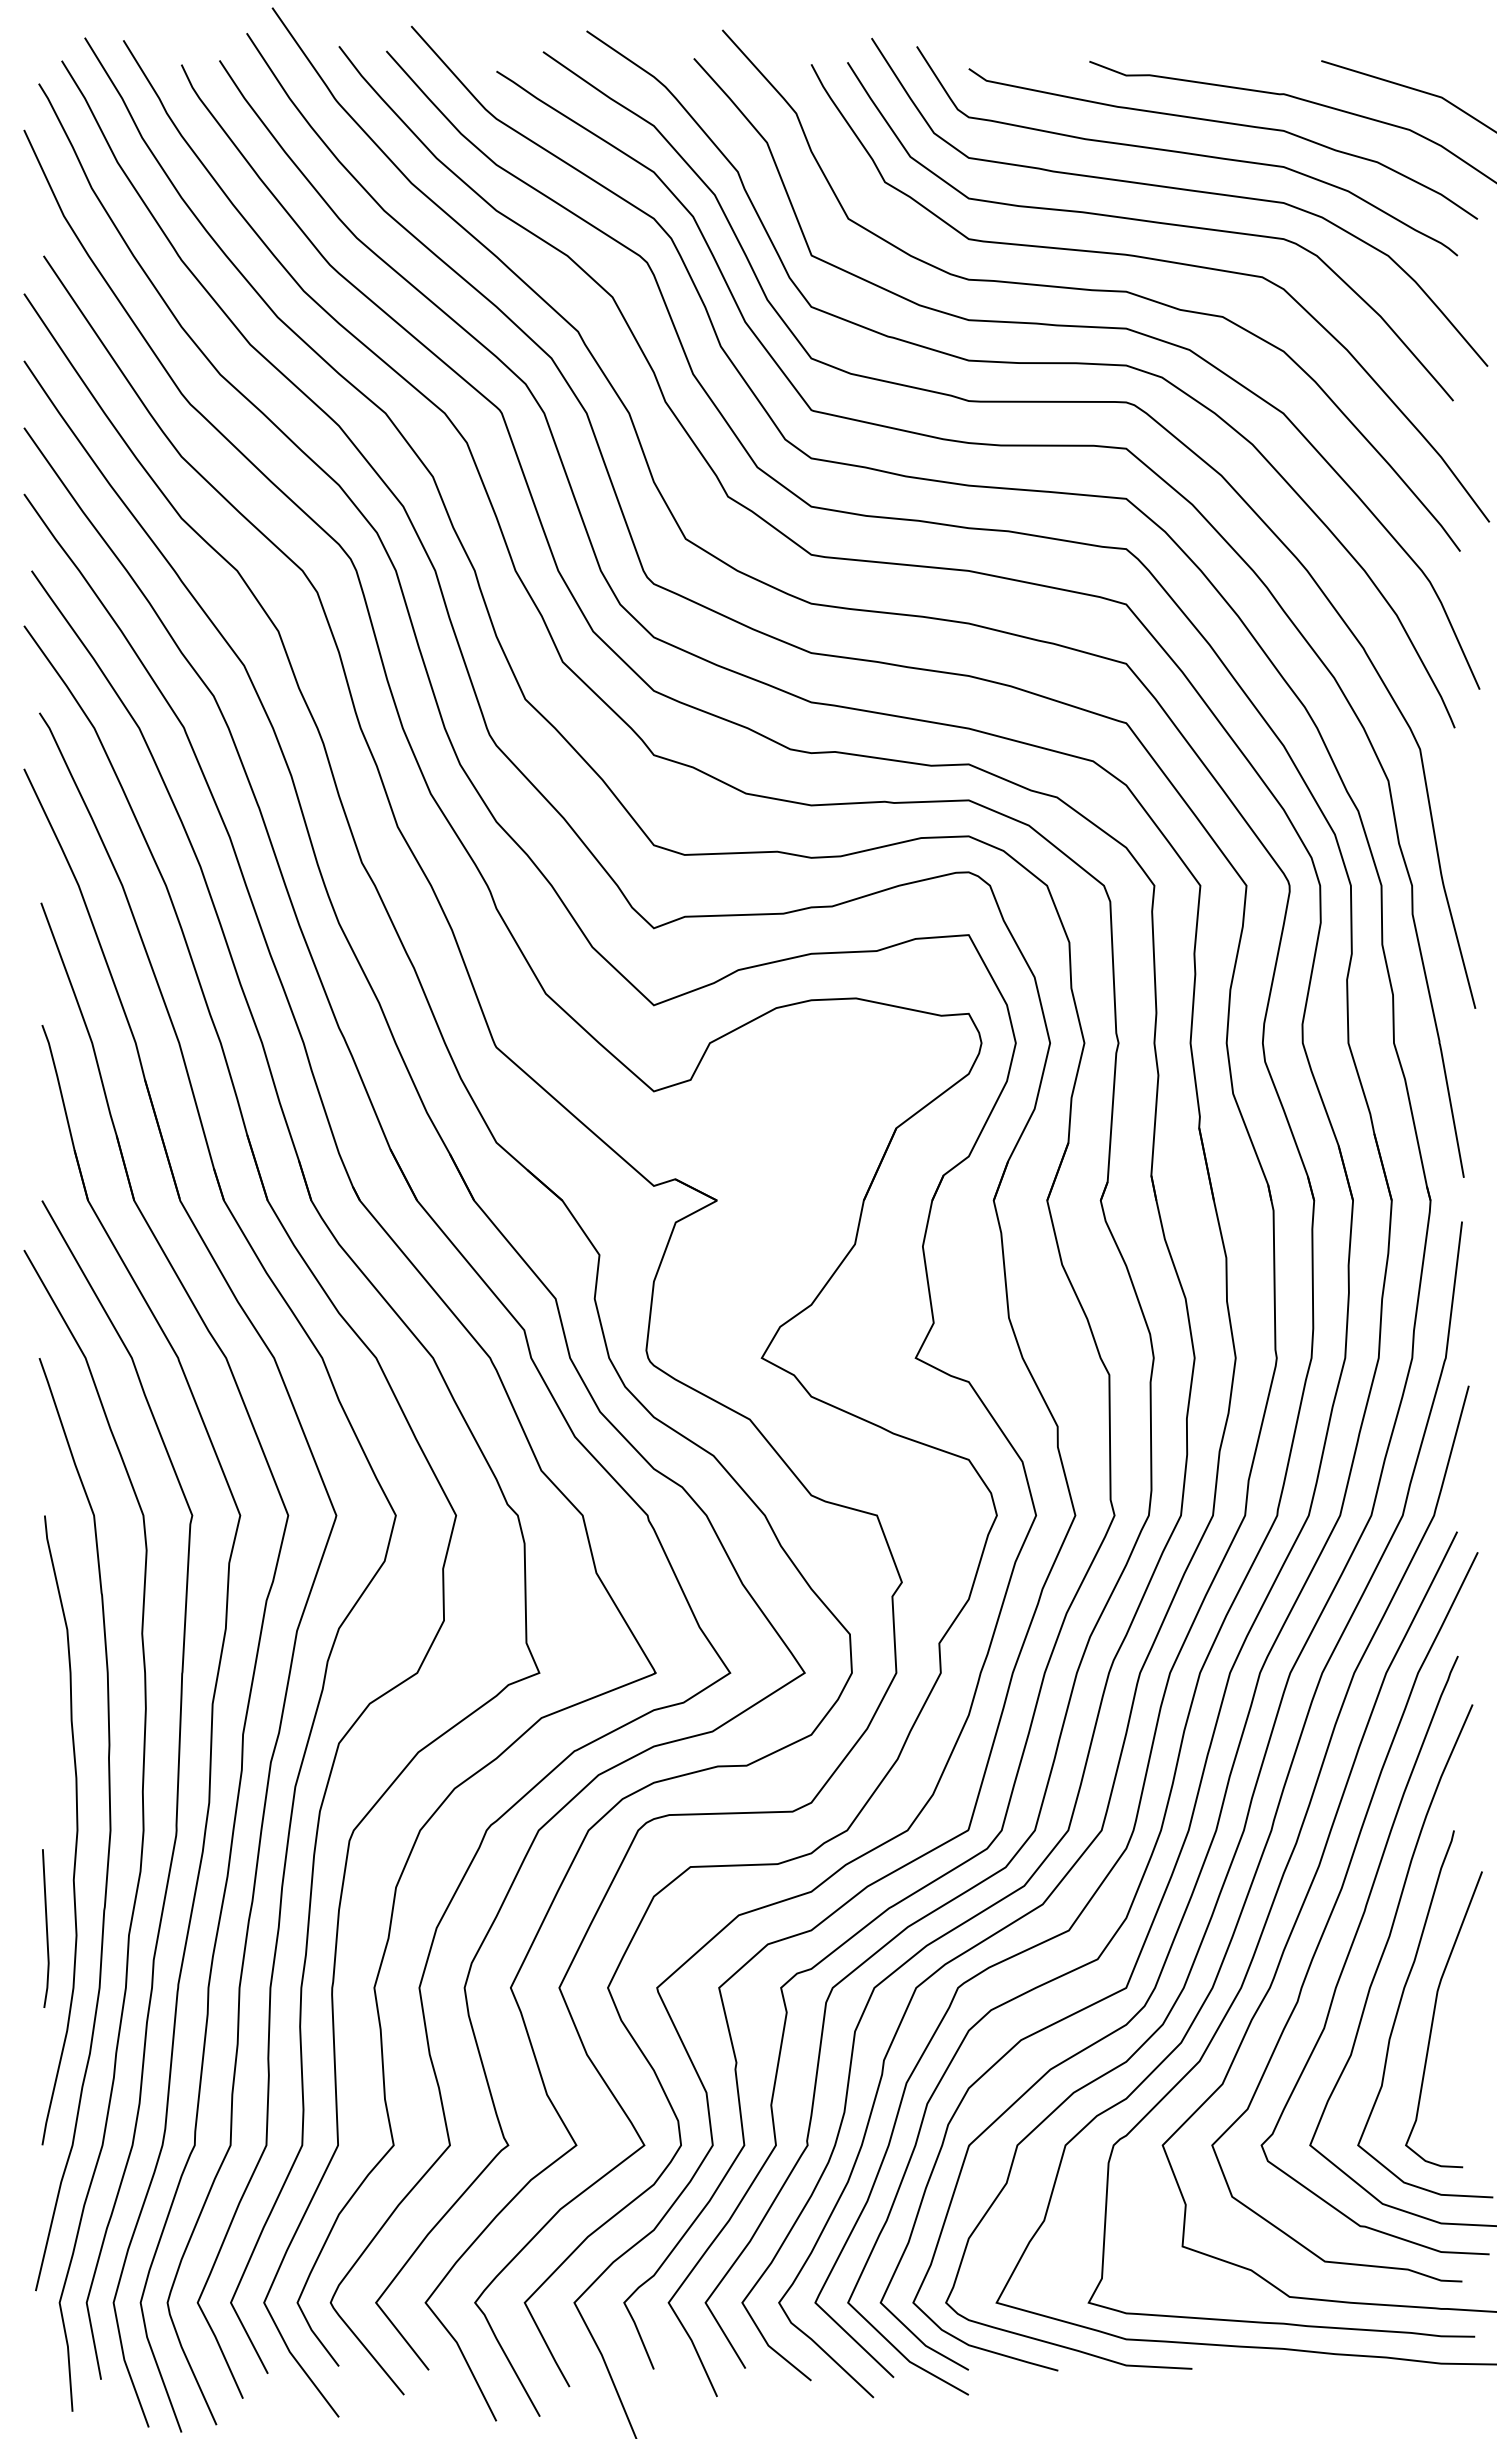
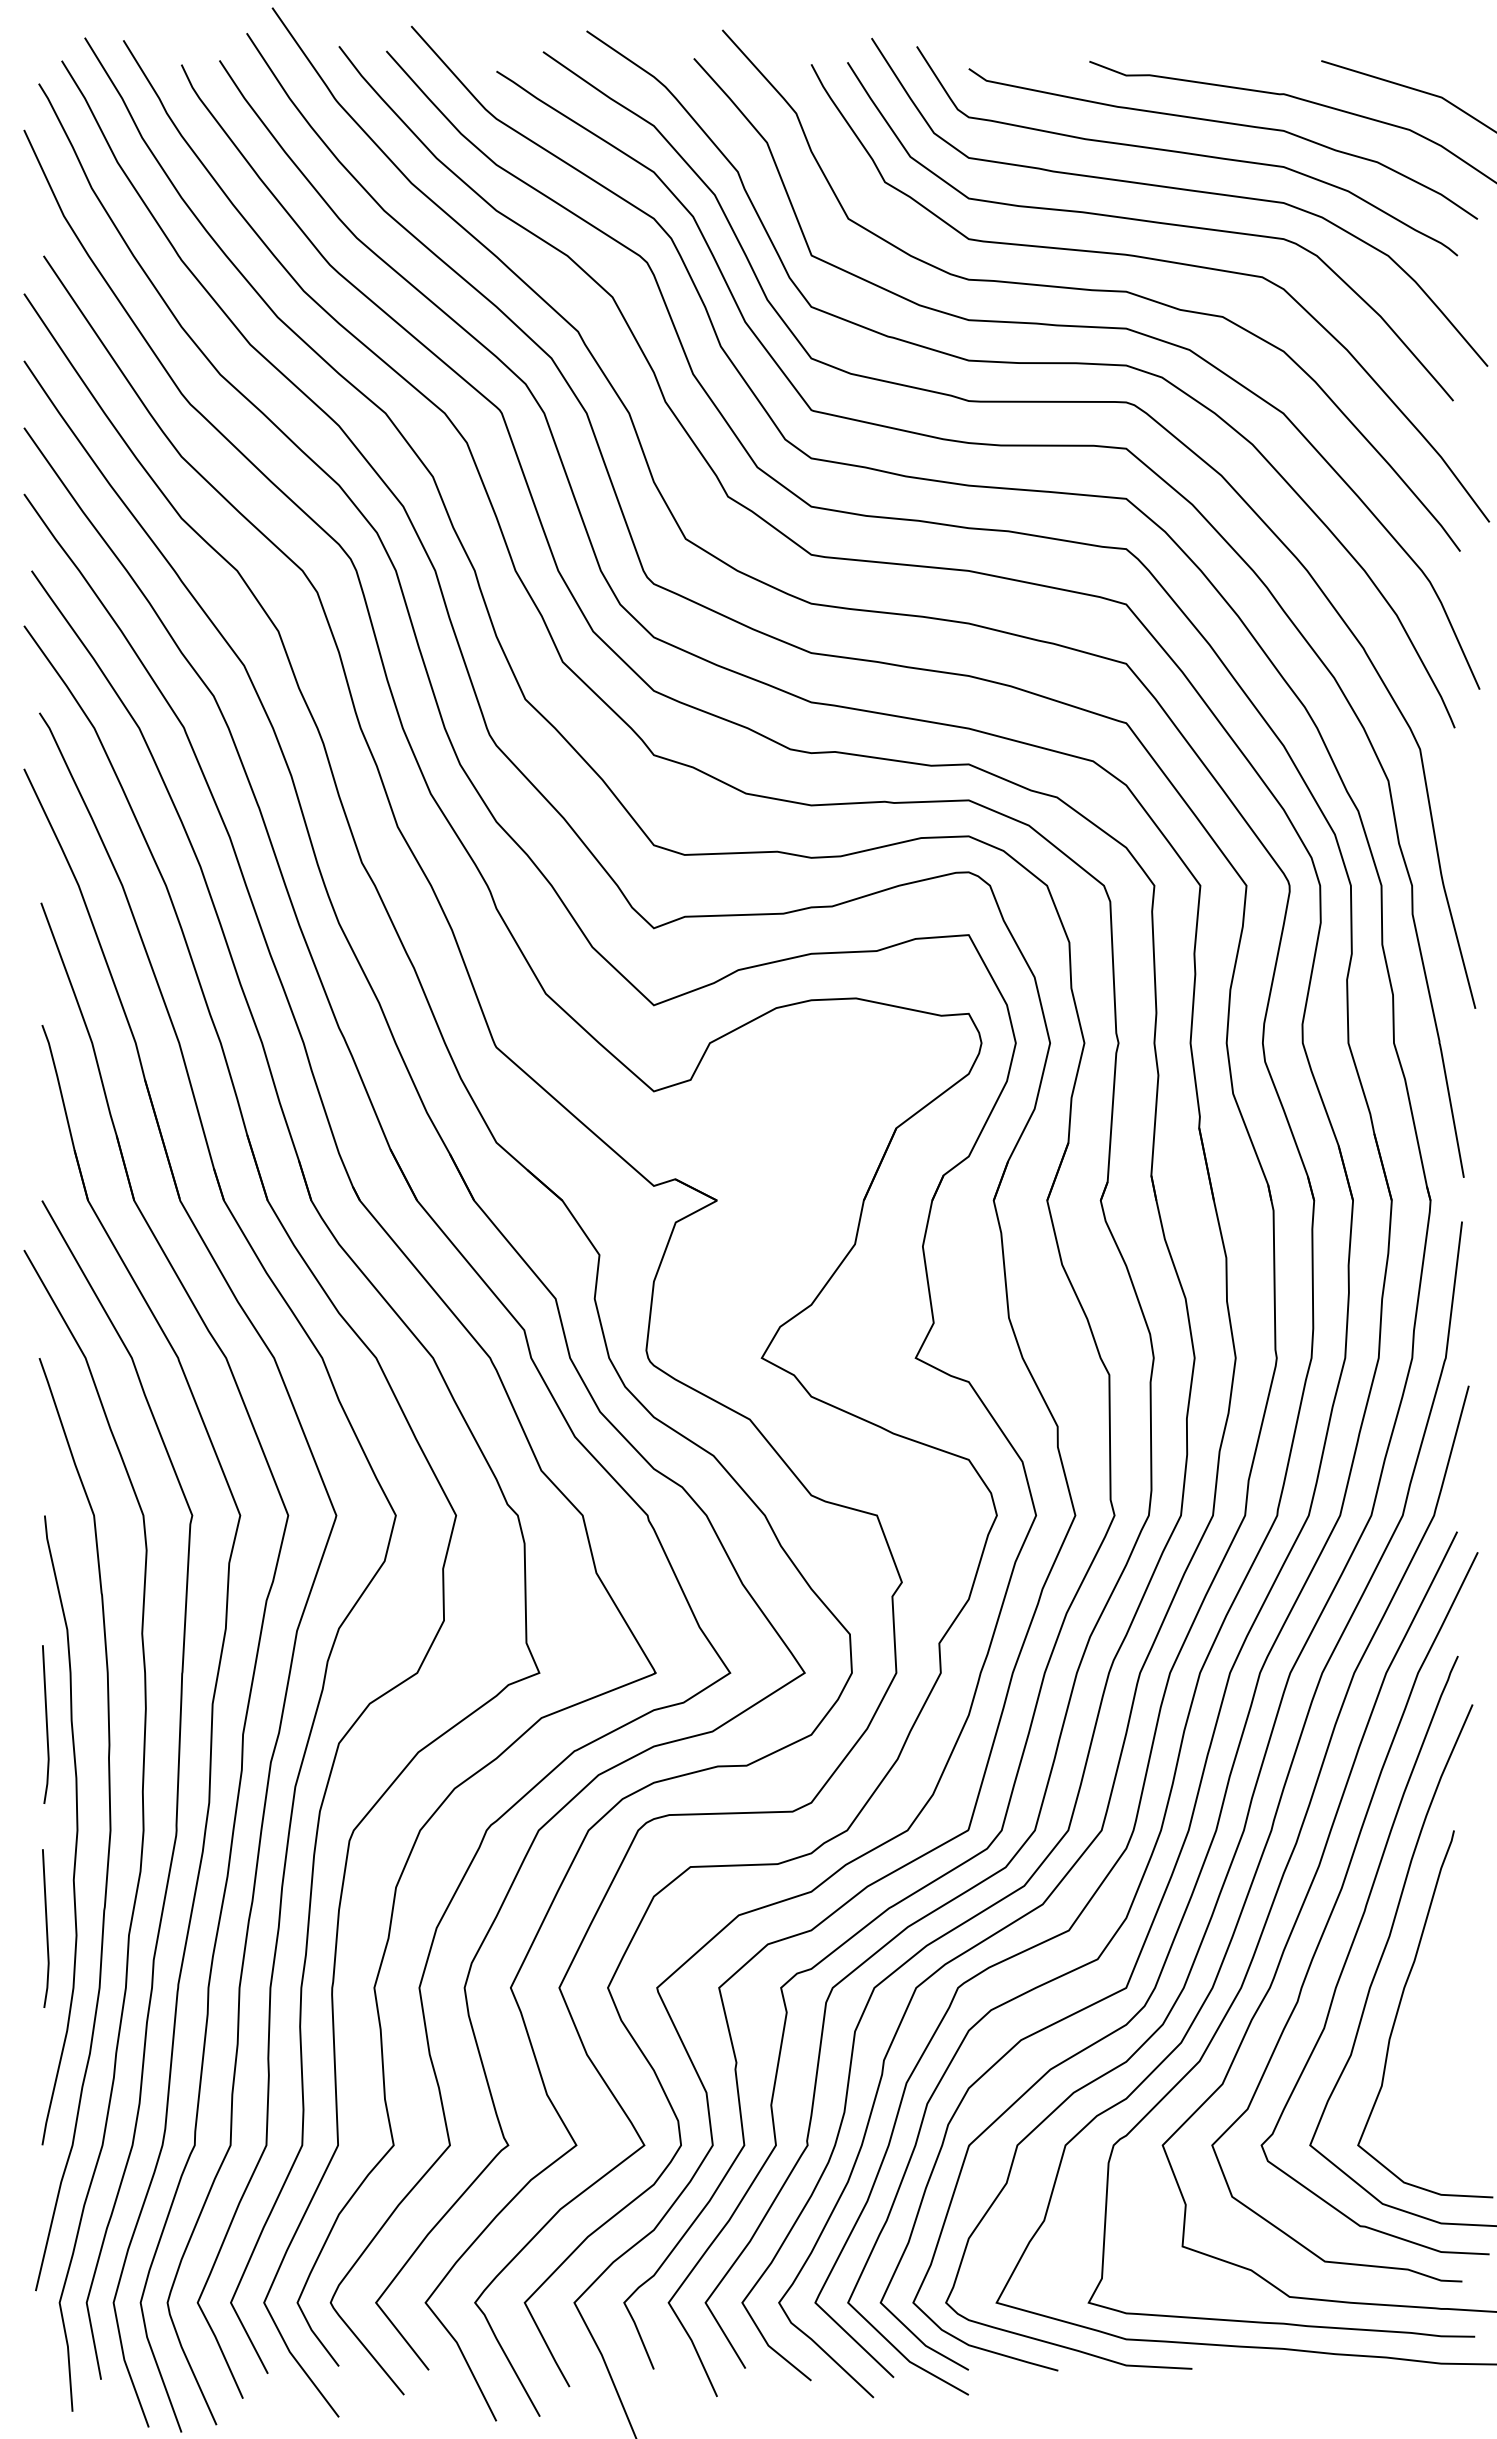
line at (46, 1724): none -> present
curve at (1434, 2017): present -> none
